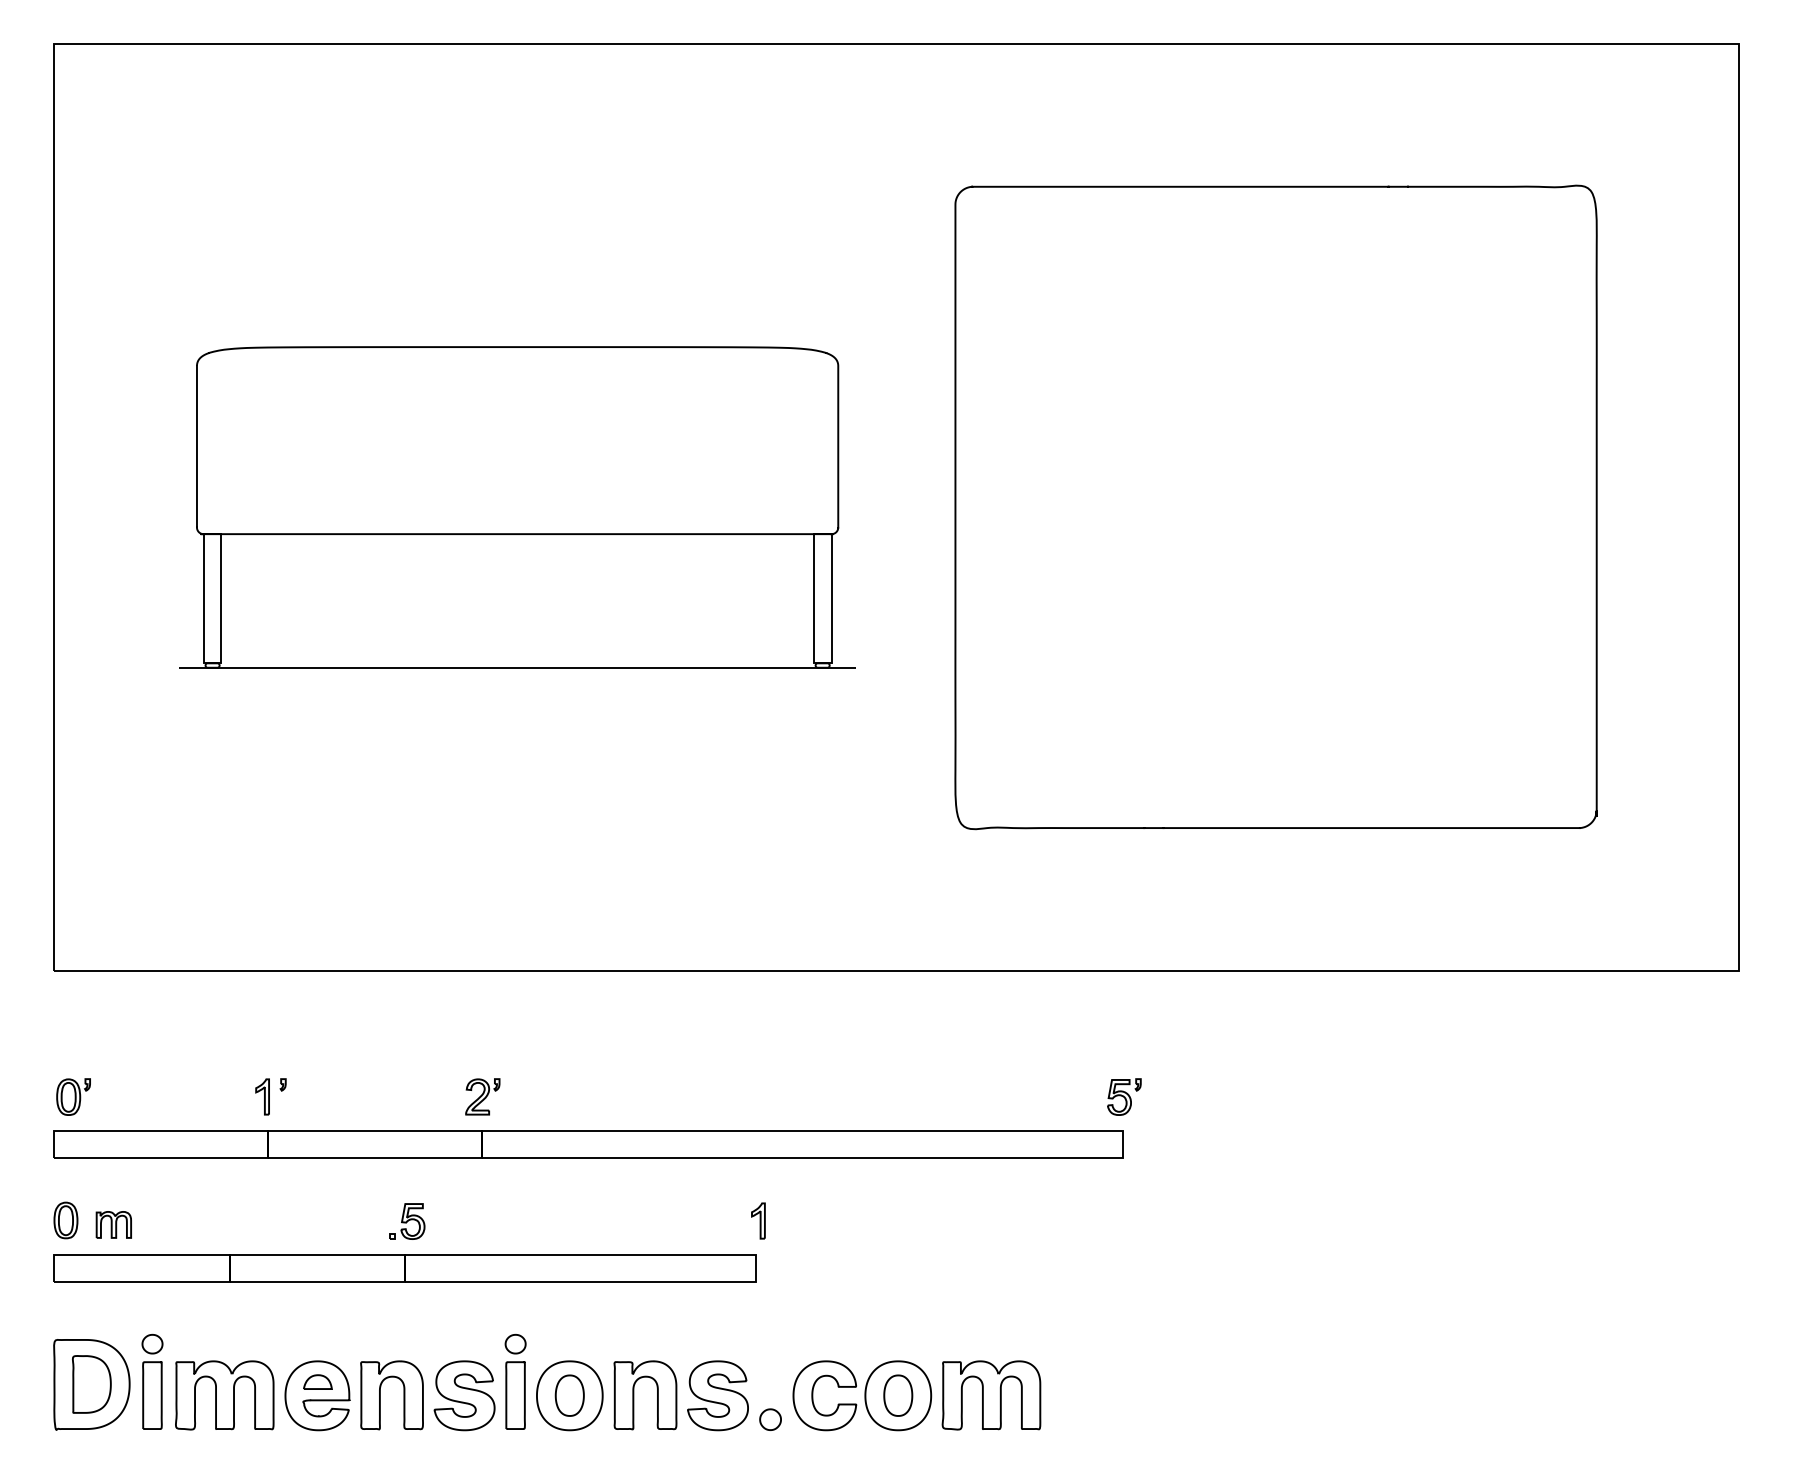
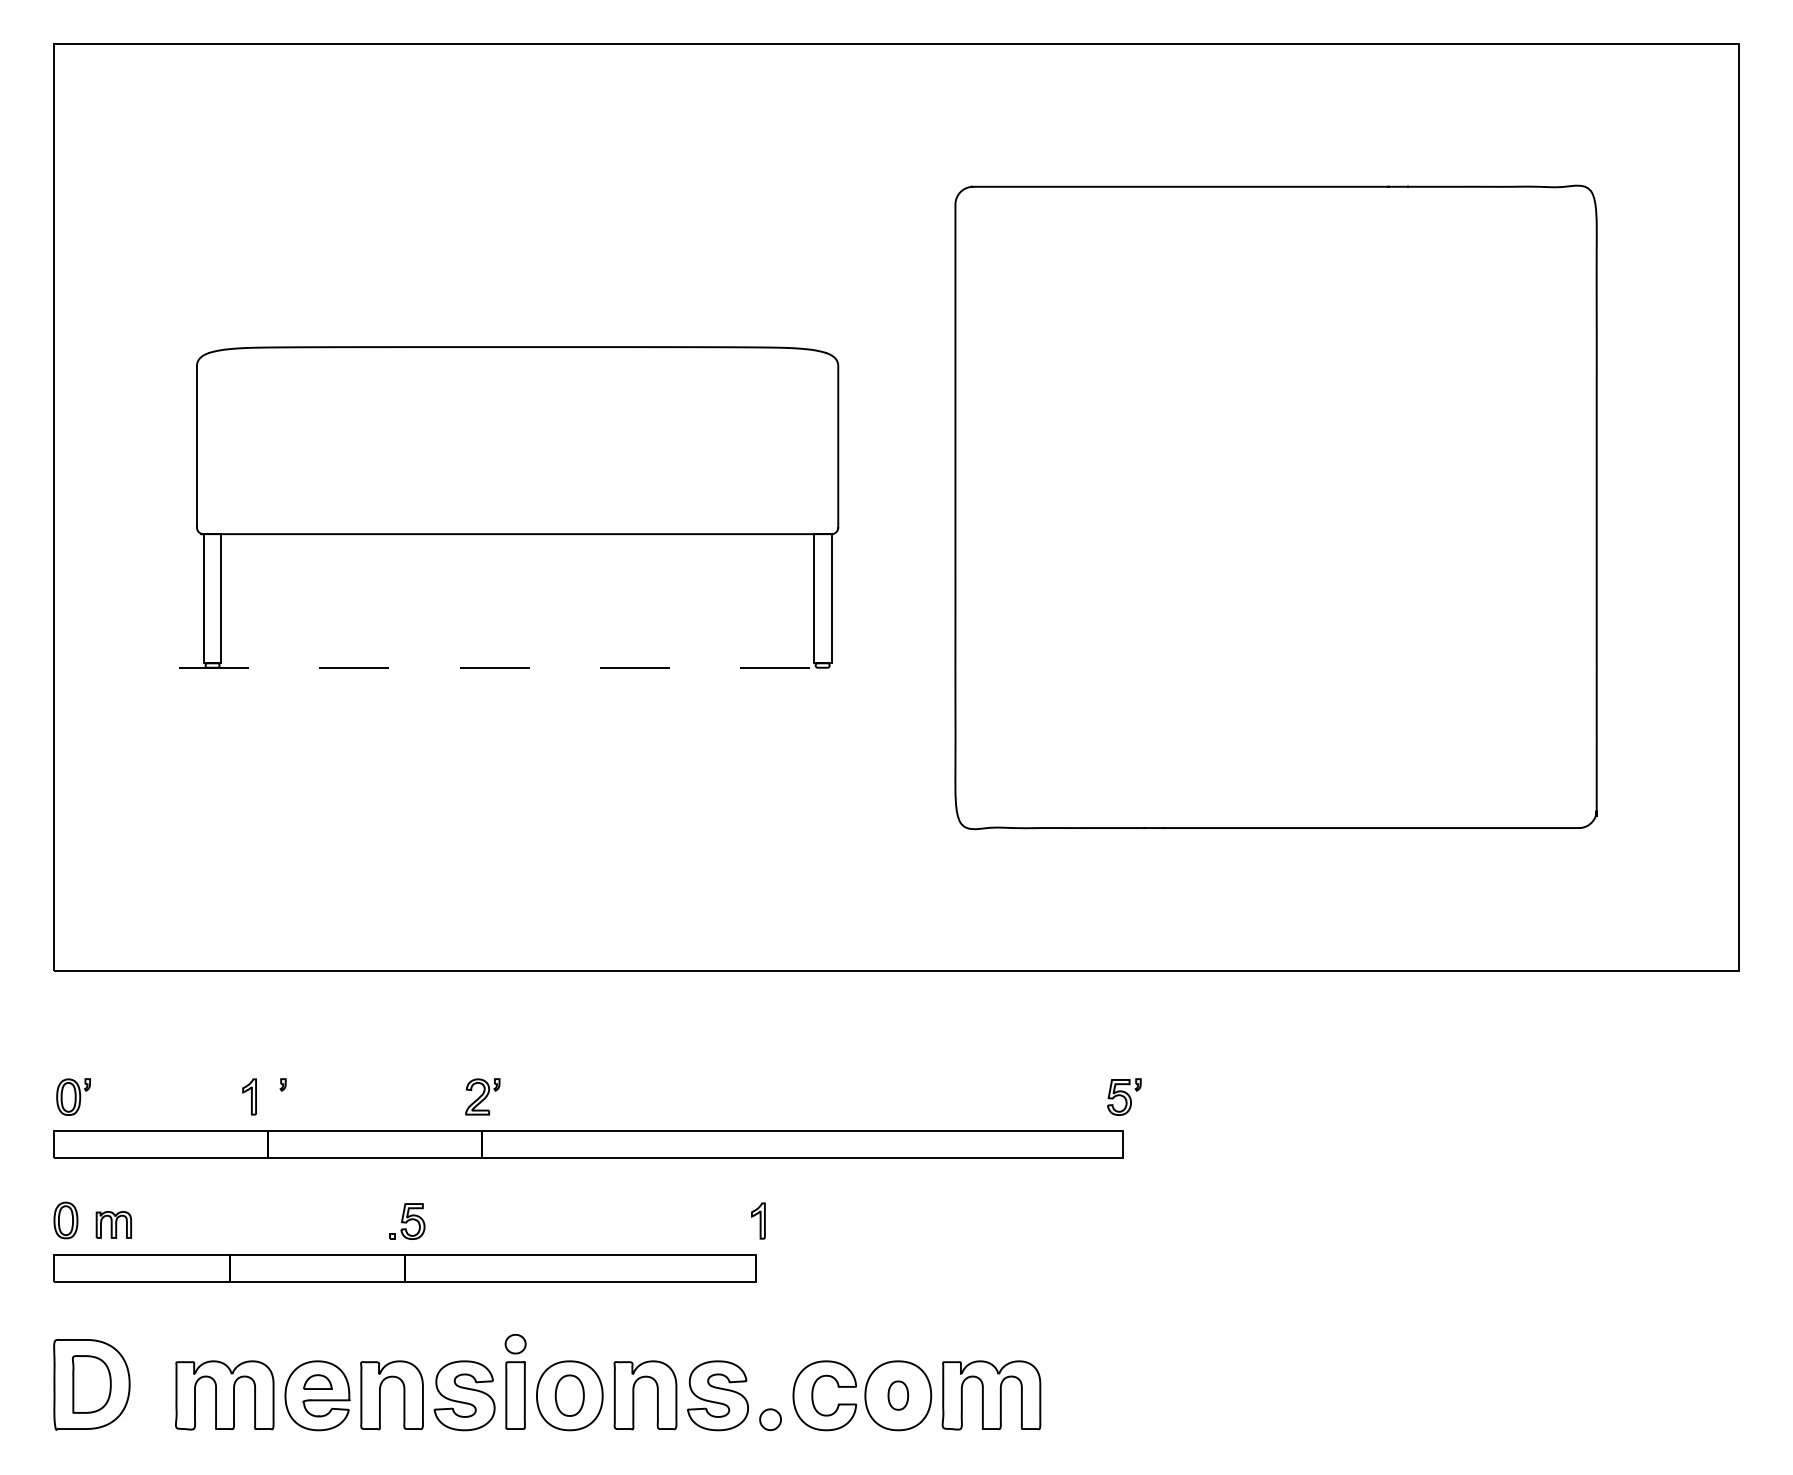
line at (517, 667): solid -> dashed
part at (262, 1096) position: (262, 1096) -> (249, 1096)
part at (152, 1381): present -> none
part at (898, 1395) size: 31x43 px -> 23x31 px
